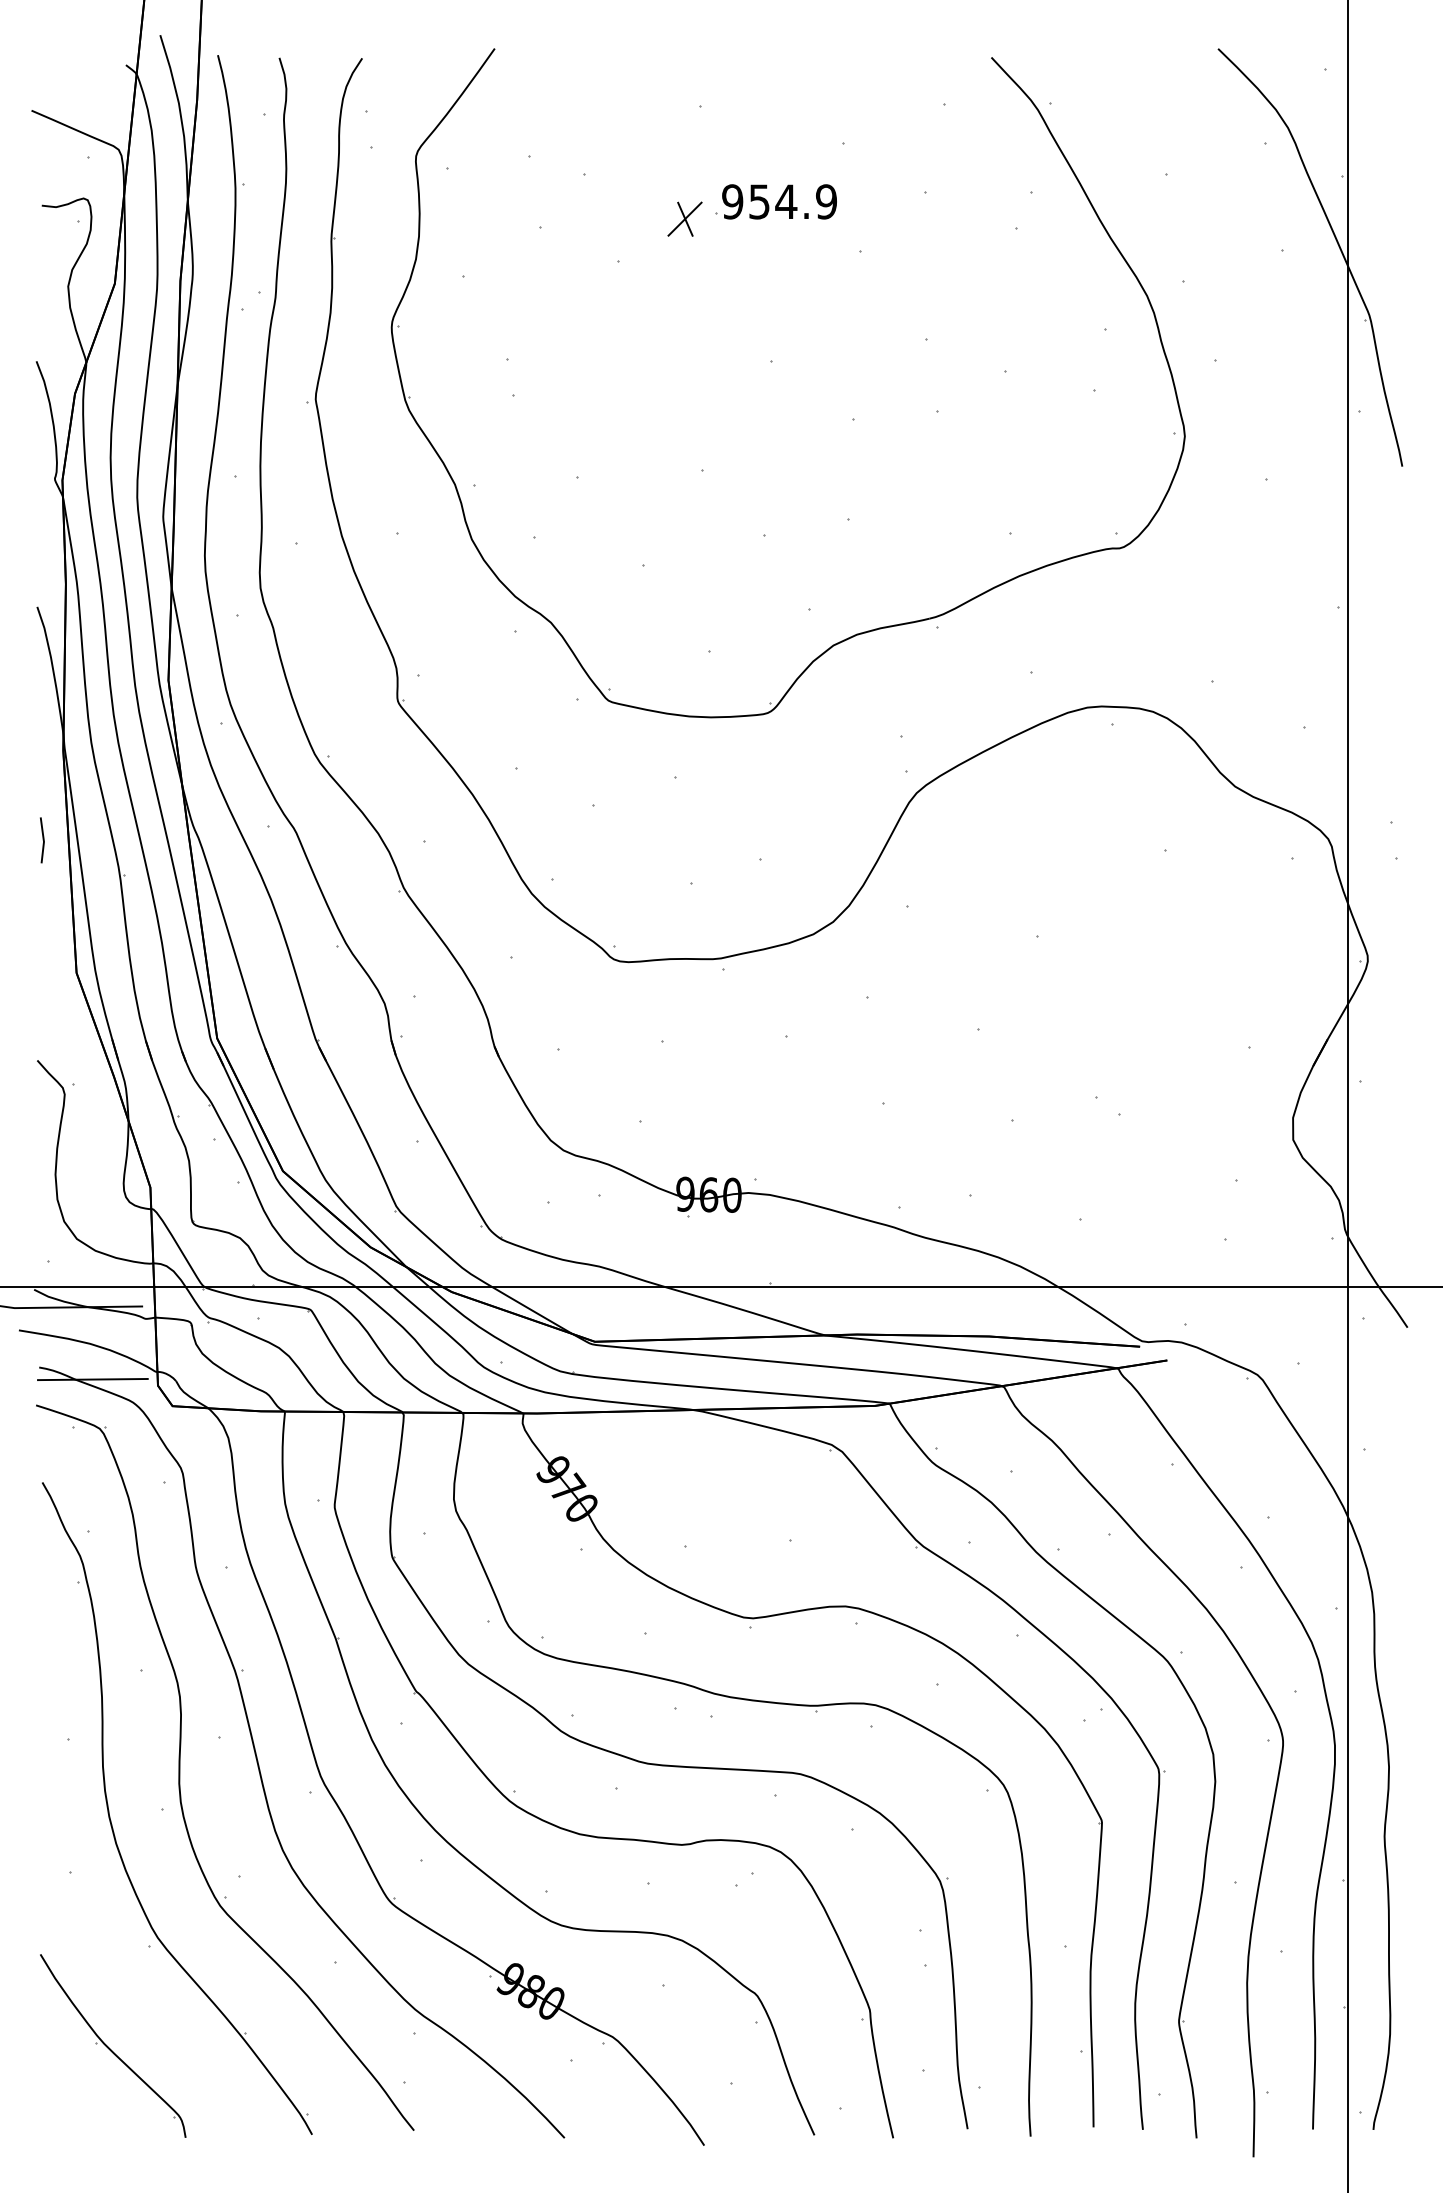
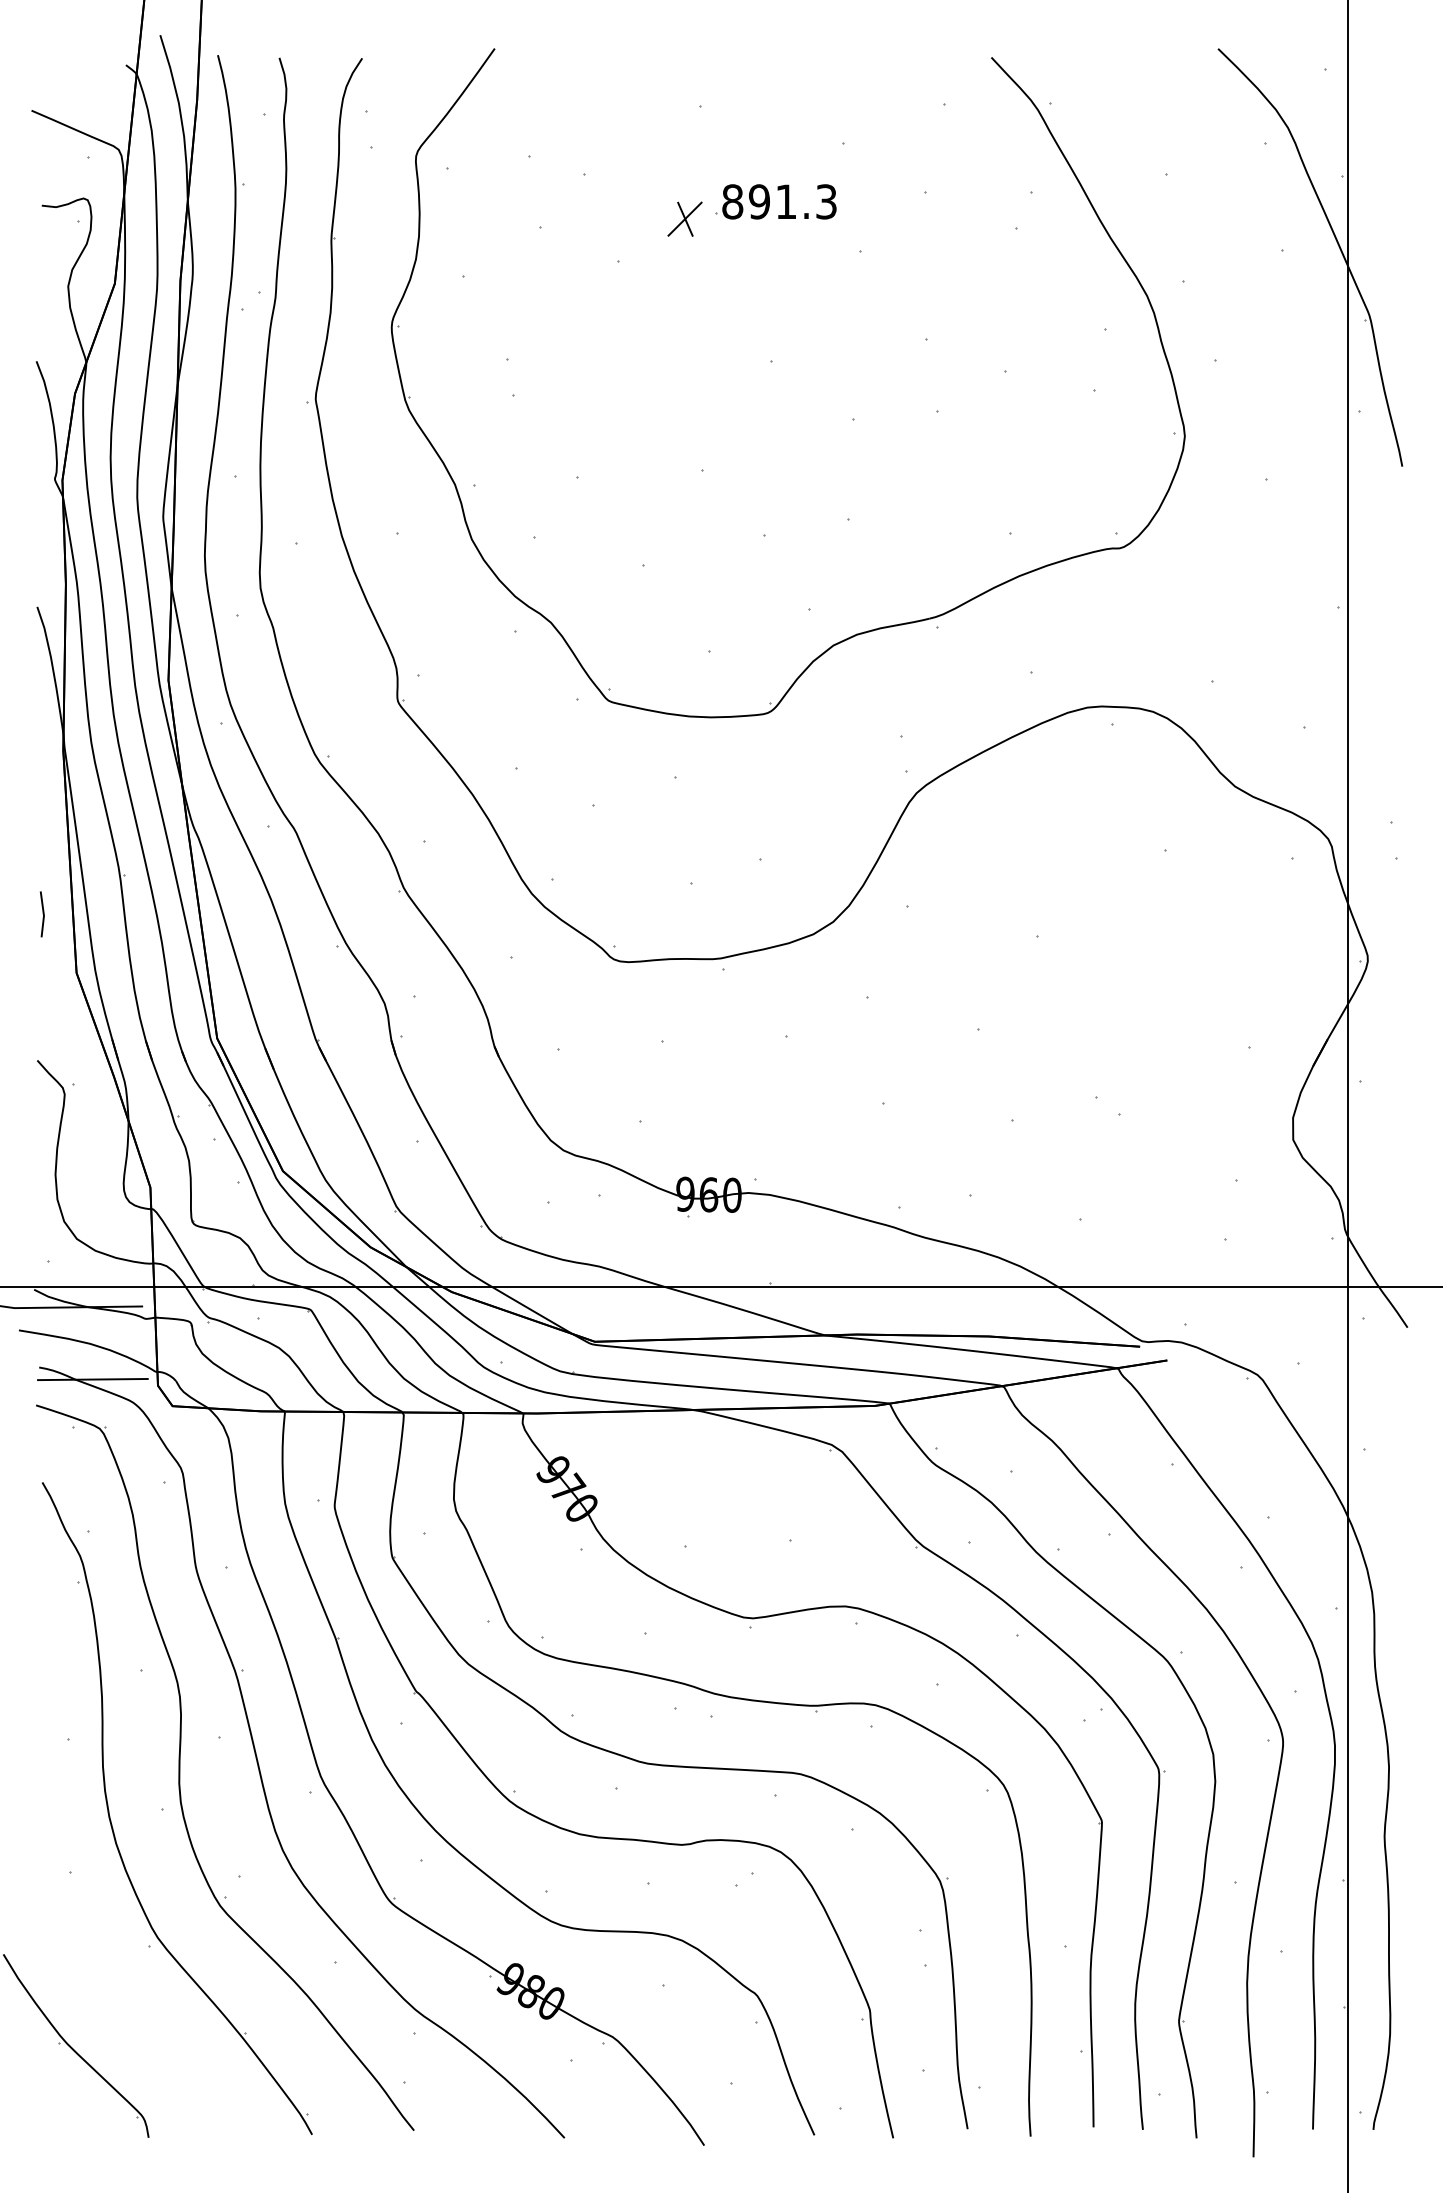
text at (779, 201): 954.9 -> 891.3
line at (42, 840) position: (42, 840) -> (42, 914)
part at (113, 2045) position: (113, 2045) -> (76, 2045)
